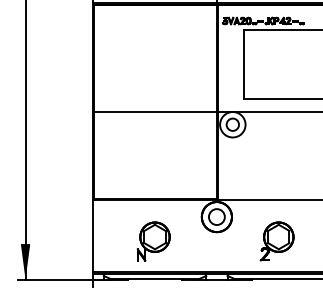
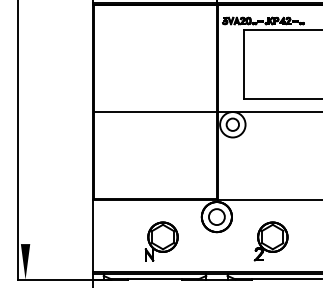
line at (25, 140) position: (25, 140) -> (17, 140)
part at (153, 241) position: (153, 241) -> (161, 241)
part at (276, 241) position: (276, 241) -> (270, 241)
